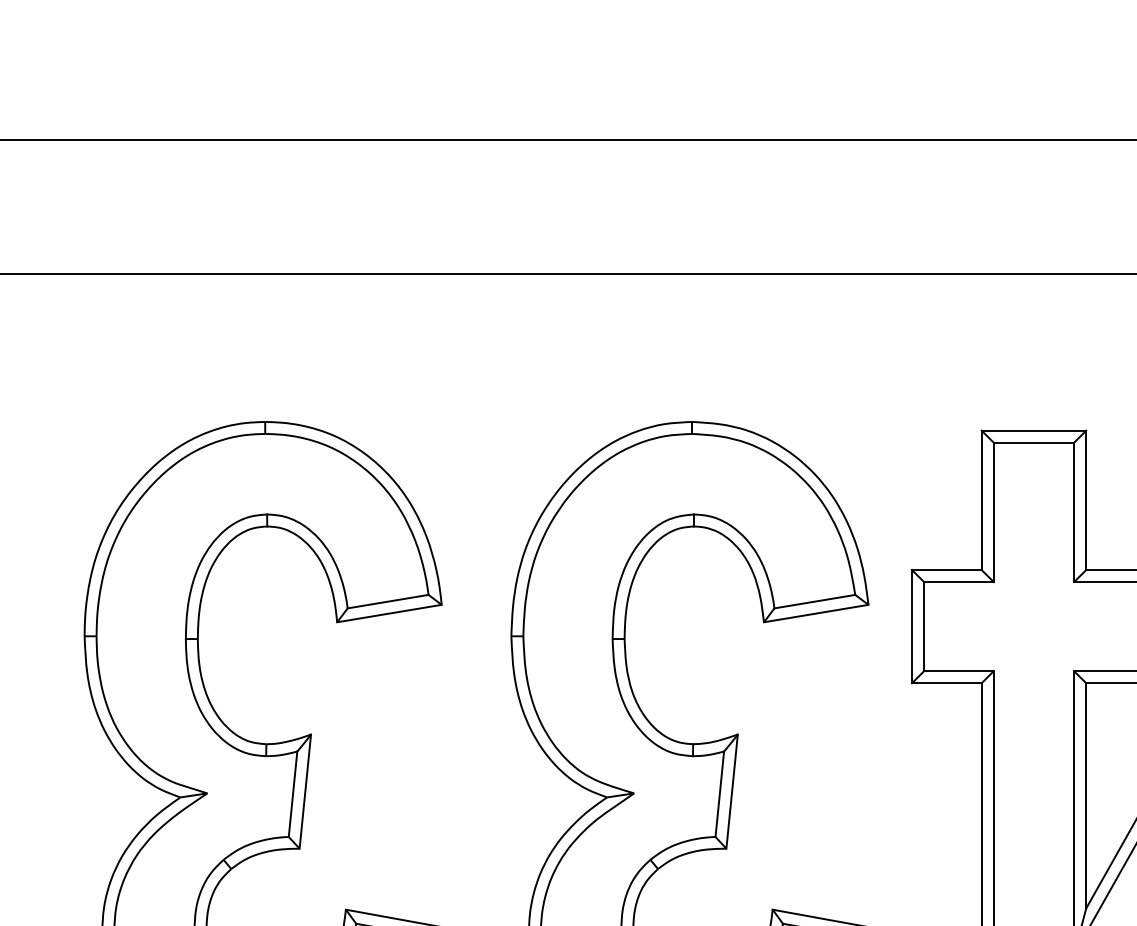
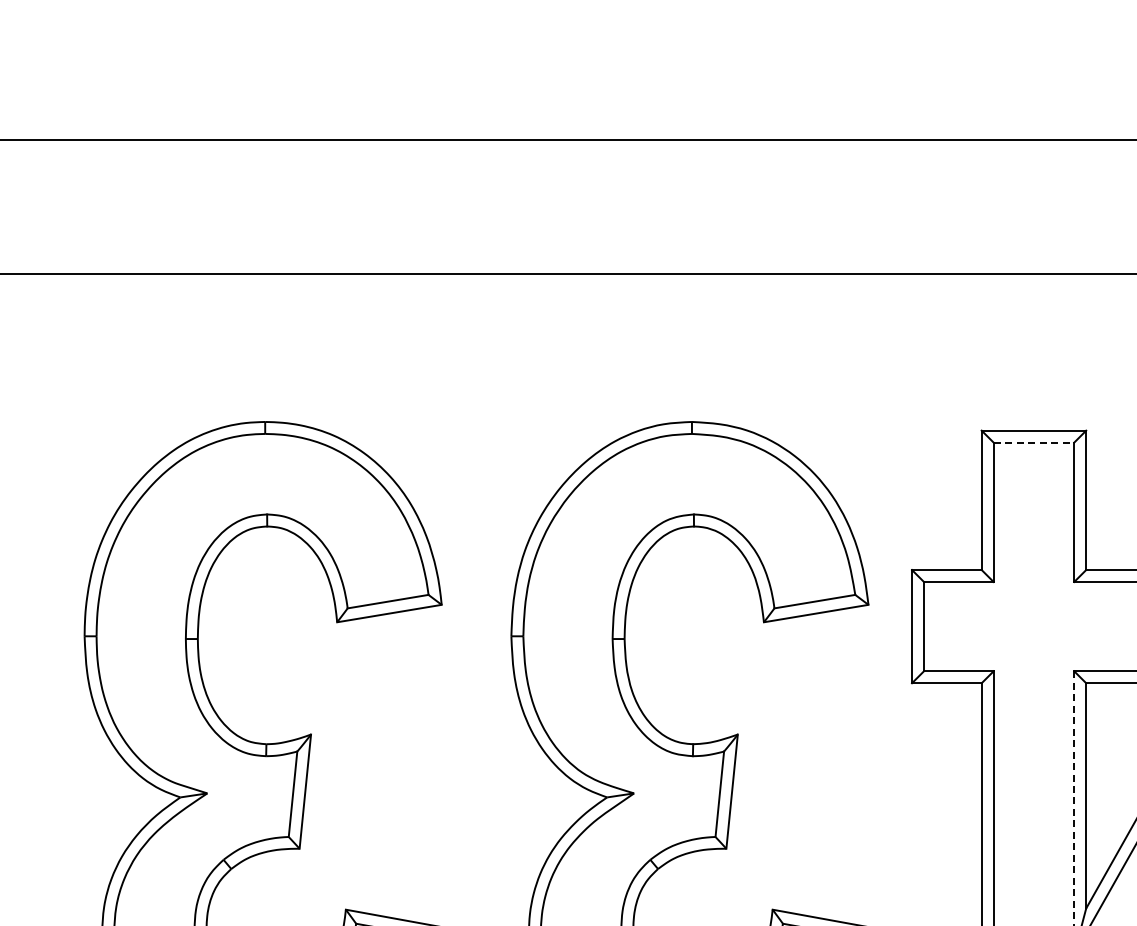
line at (1034, 442): solid -> dashed
line at (1074, 798): solid -> dashed
